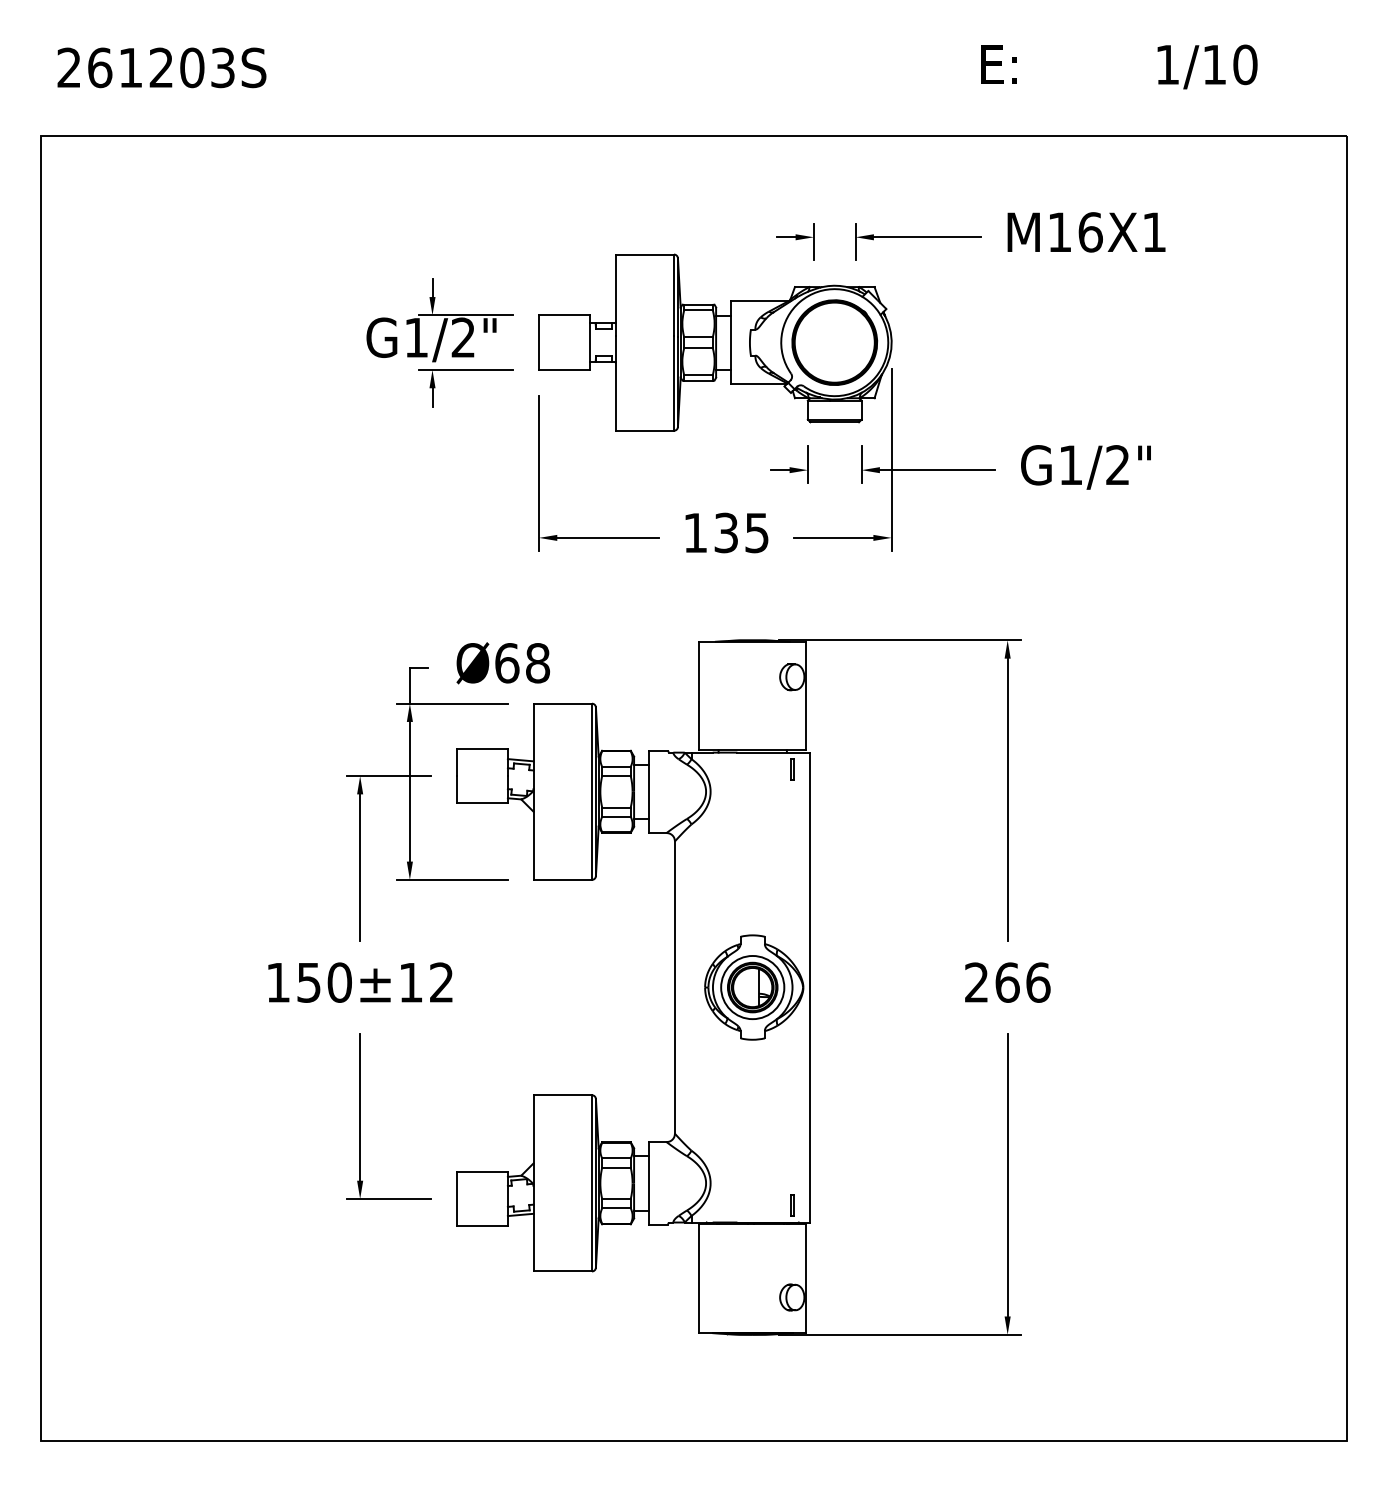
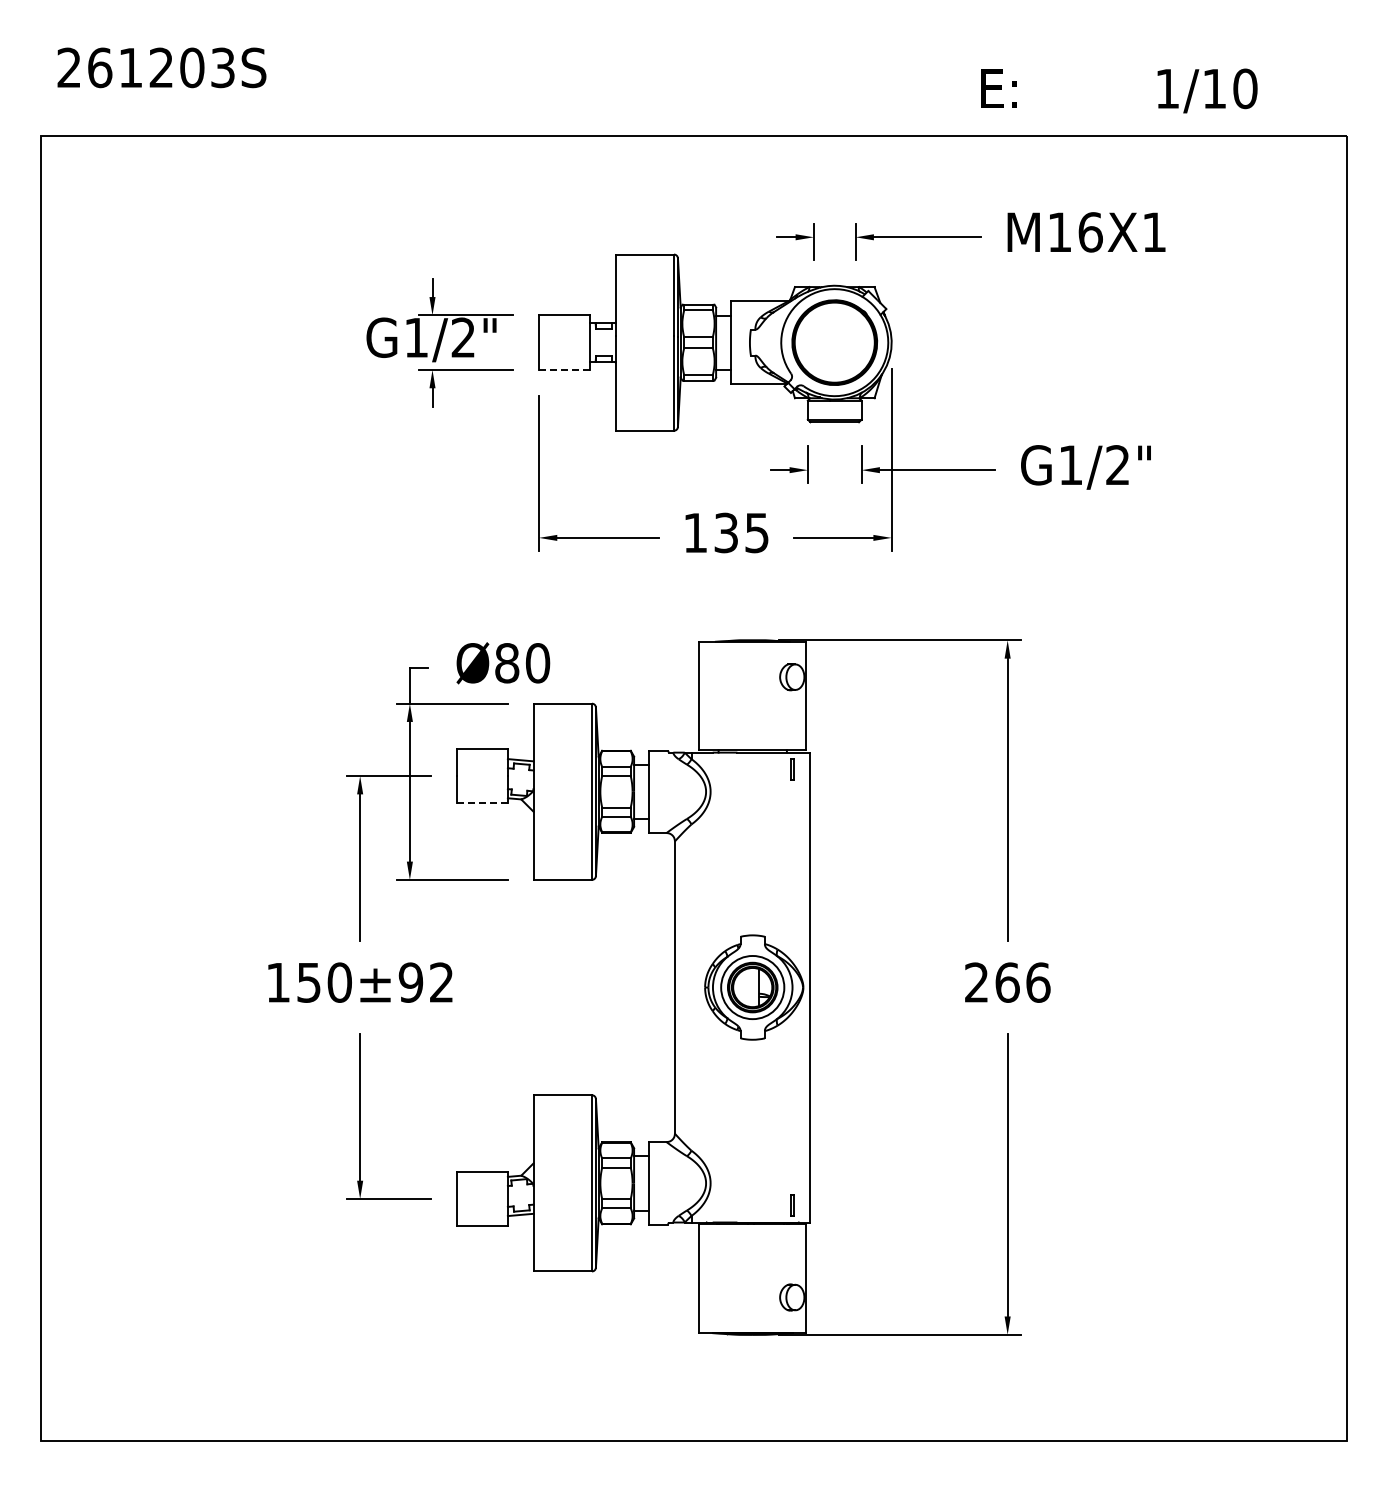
text at (1119, 66) position: (1119, 66) -> (1119, 90)
line at (563, 370): solid -> dashed
text at (522, 663): Ø68 -> Ø80
line at (482, 803): solid -> dashed
text at (410, 982): 150±12 -> 150±92
